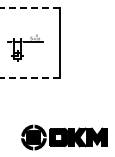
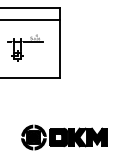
line at (29, 8): dashed -> solid
line at (30, 20): none -> present
line at (29, 78): dashed -> solid
